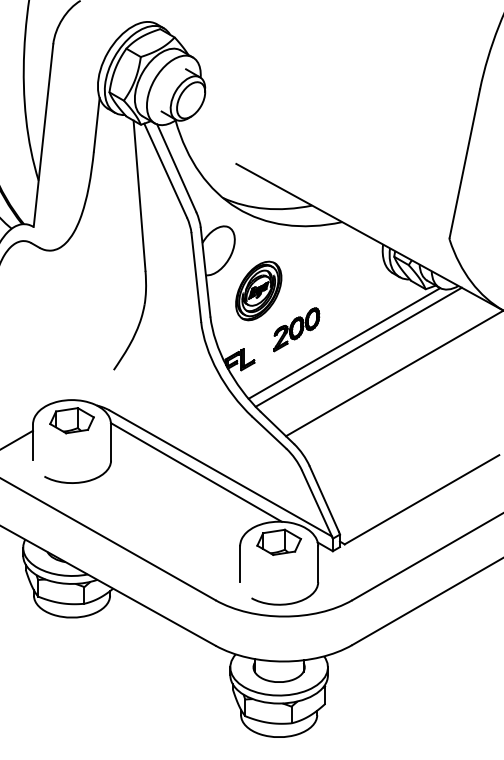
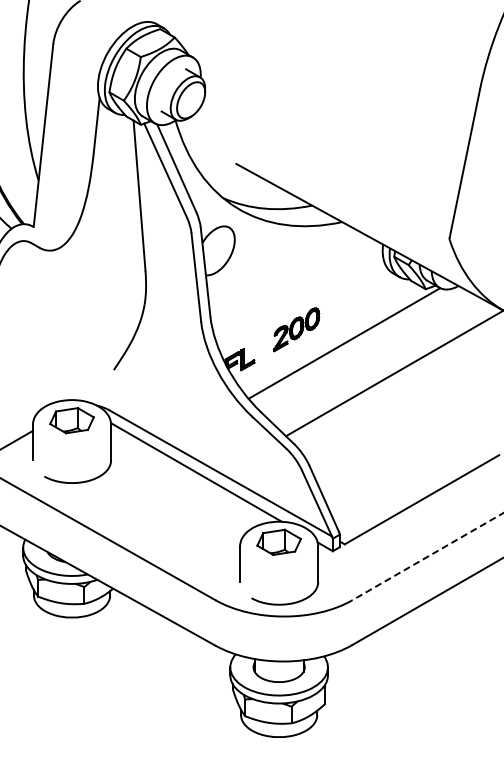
part at (258, 290): present -> none
line at (358, 346): present -> none
line at (427, 556): solid -> dashed
